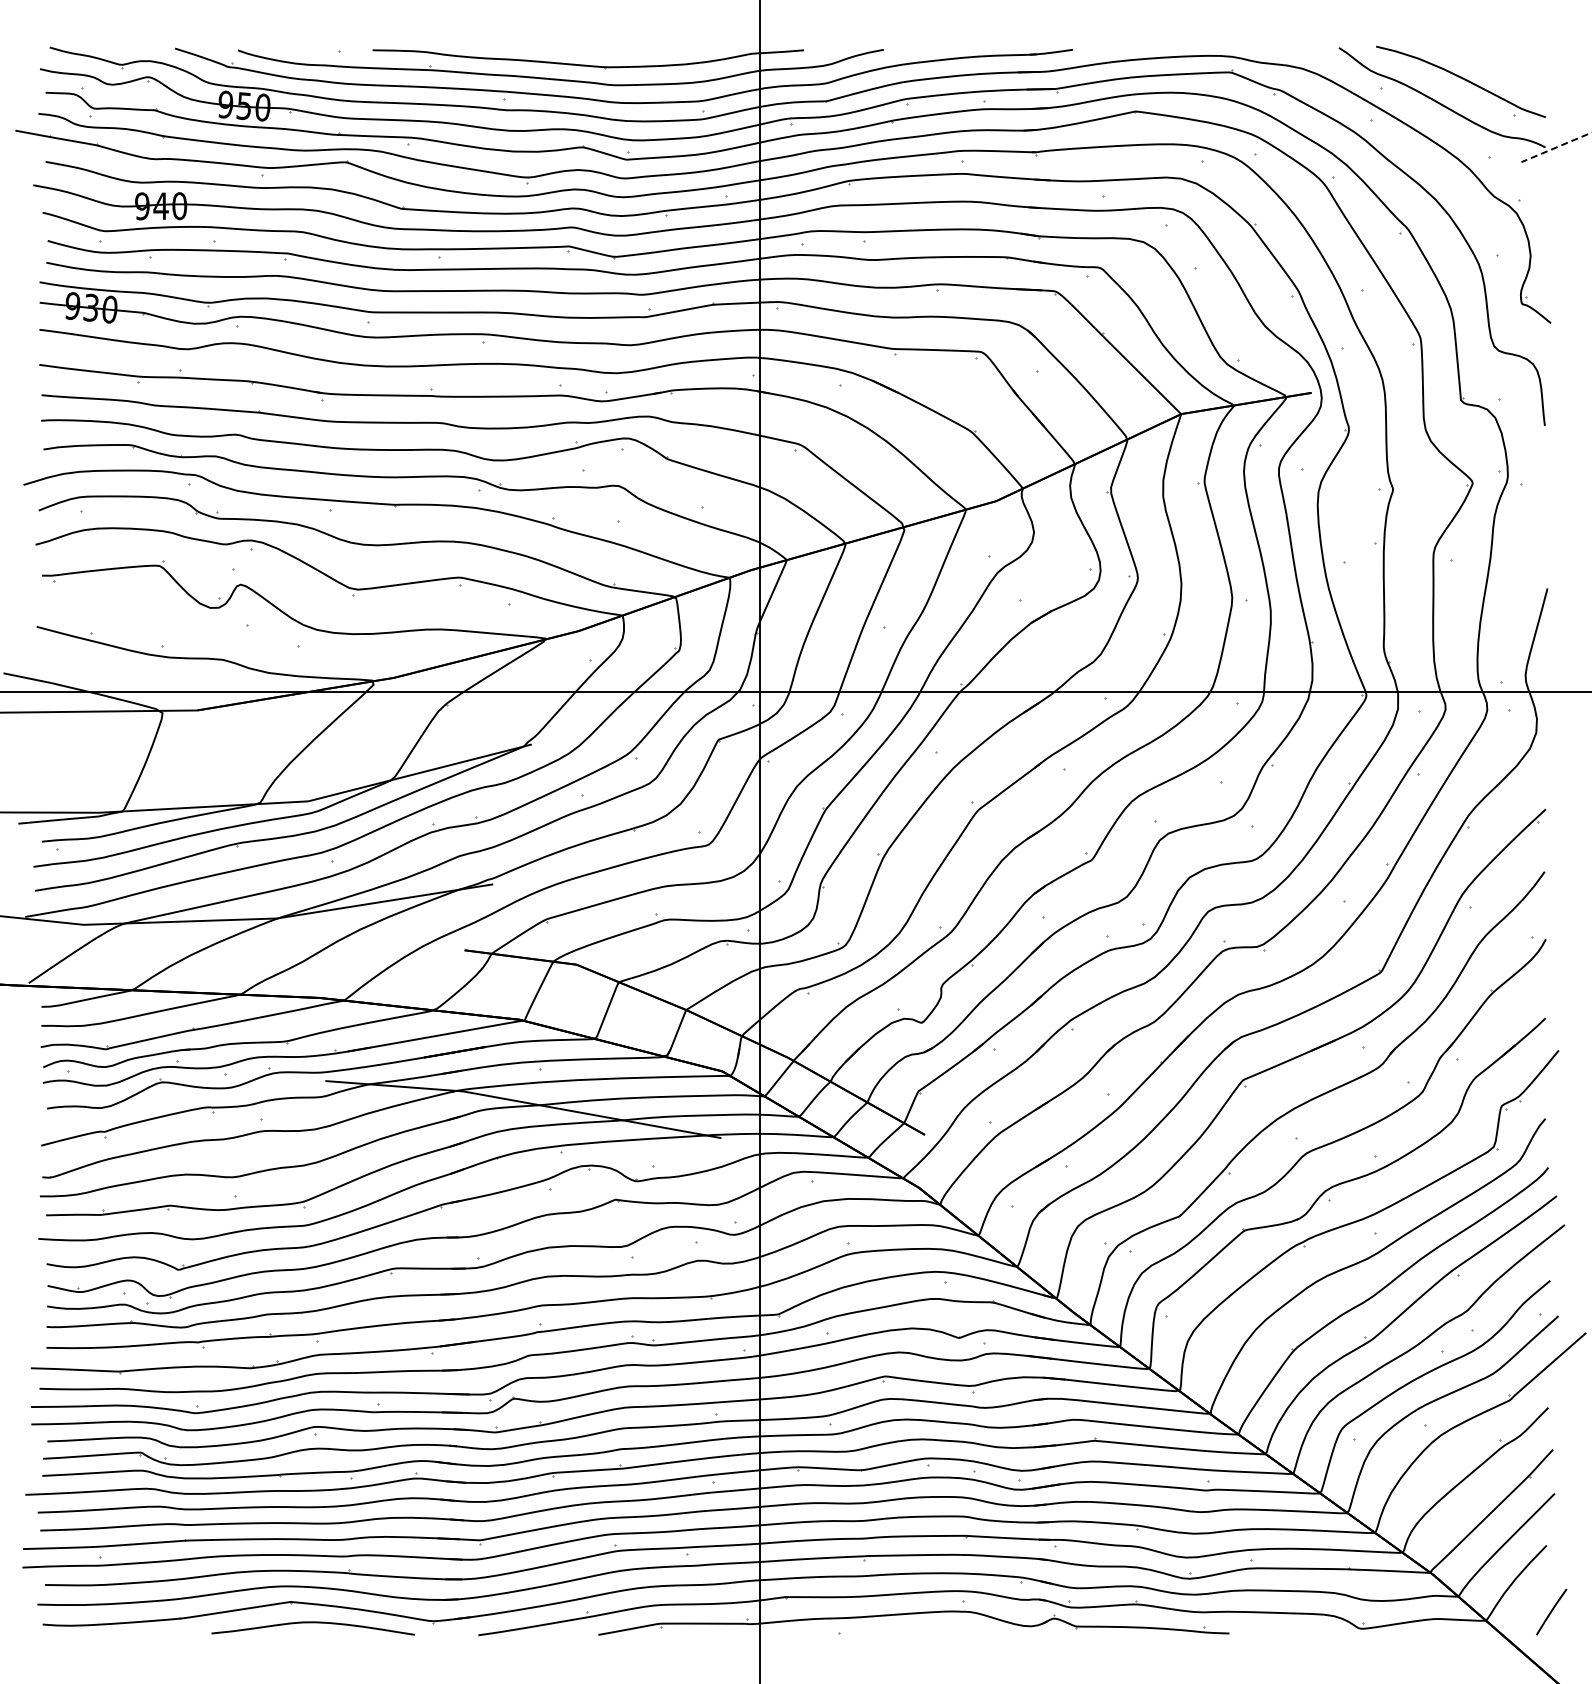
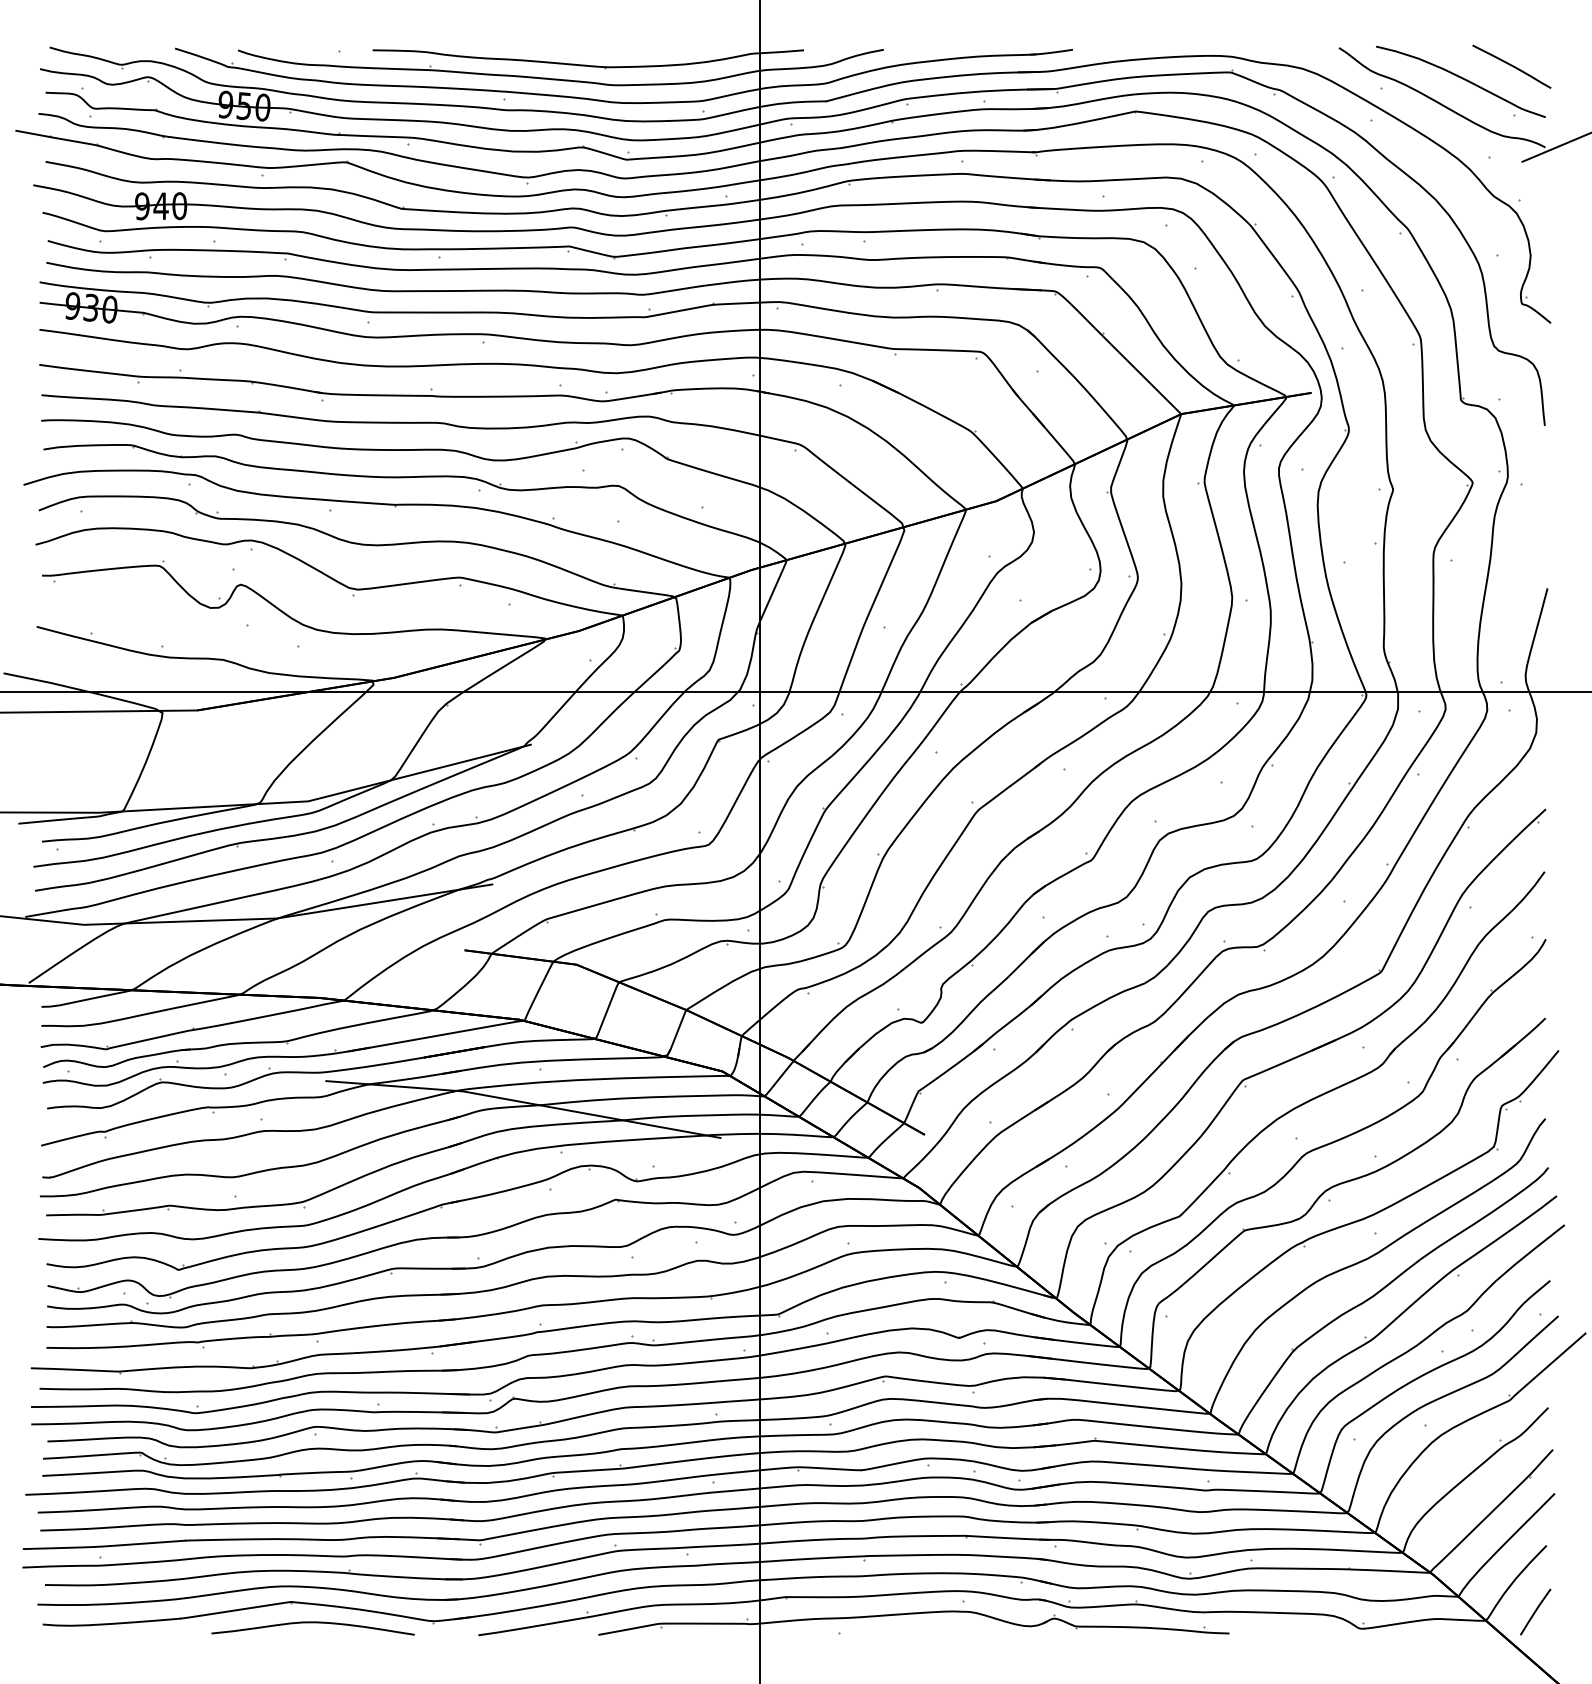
curve at (1511, 66): none -> present
line at (1556, 147): dashed -> solid
line at (1551, 1611) position: (1551, 1611) -> (1535, 1611)
